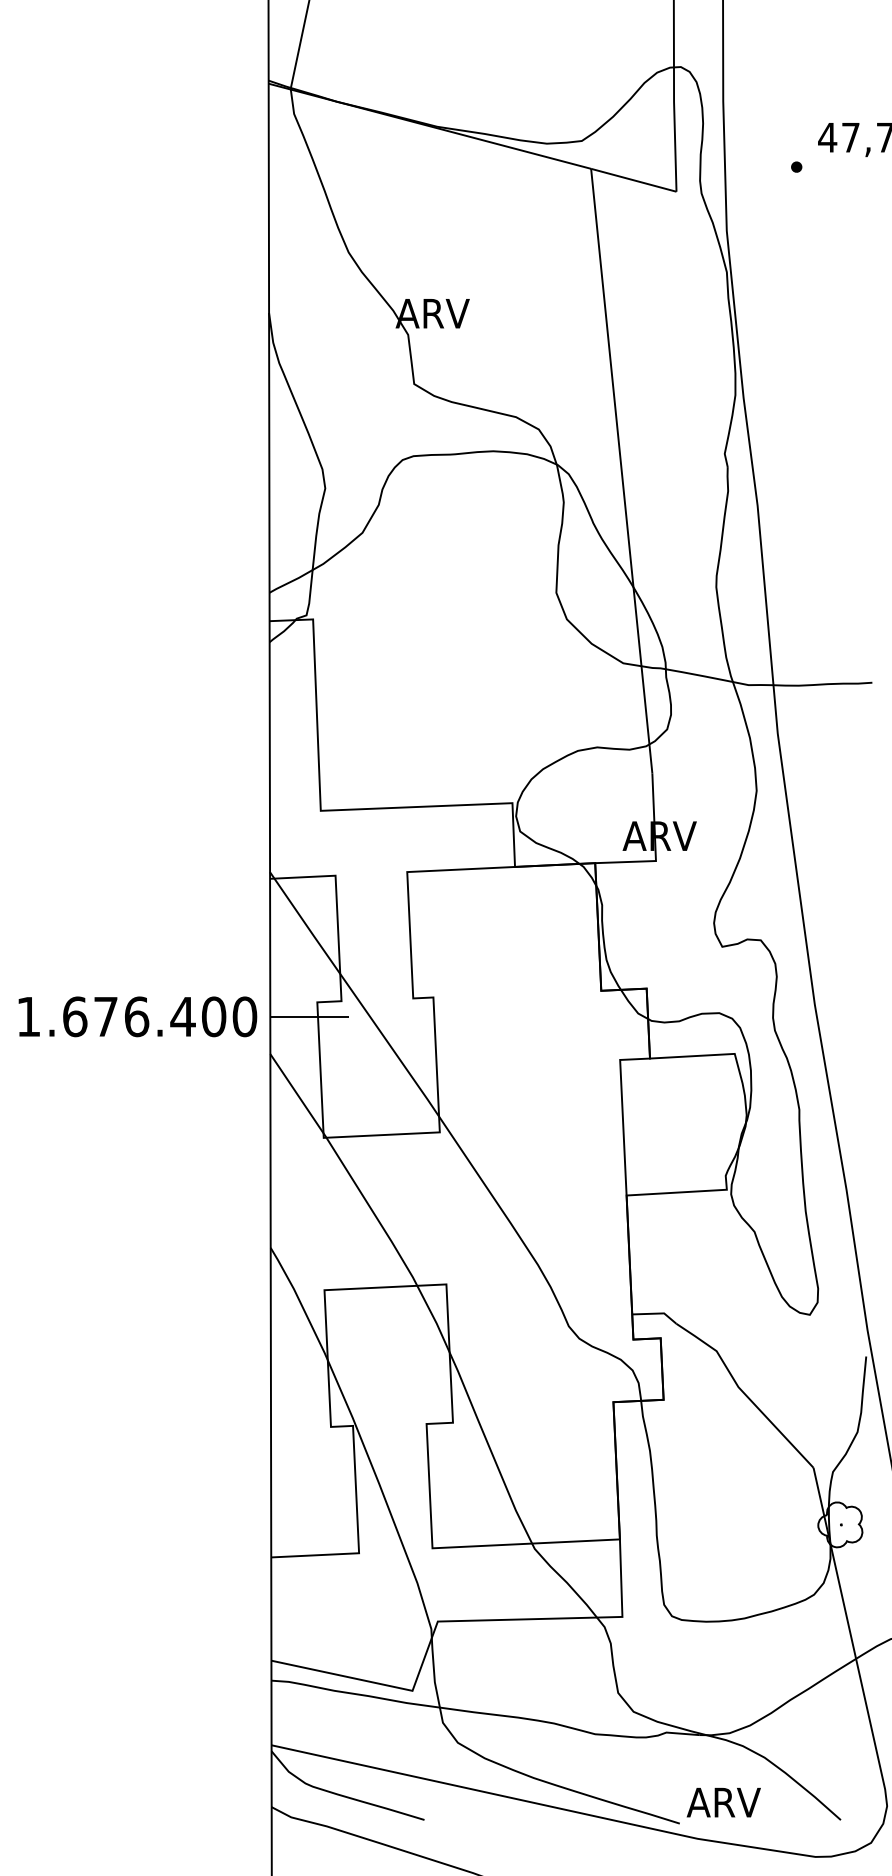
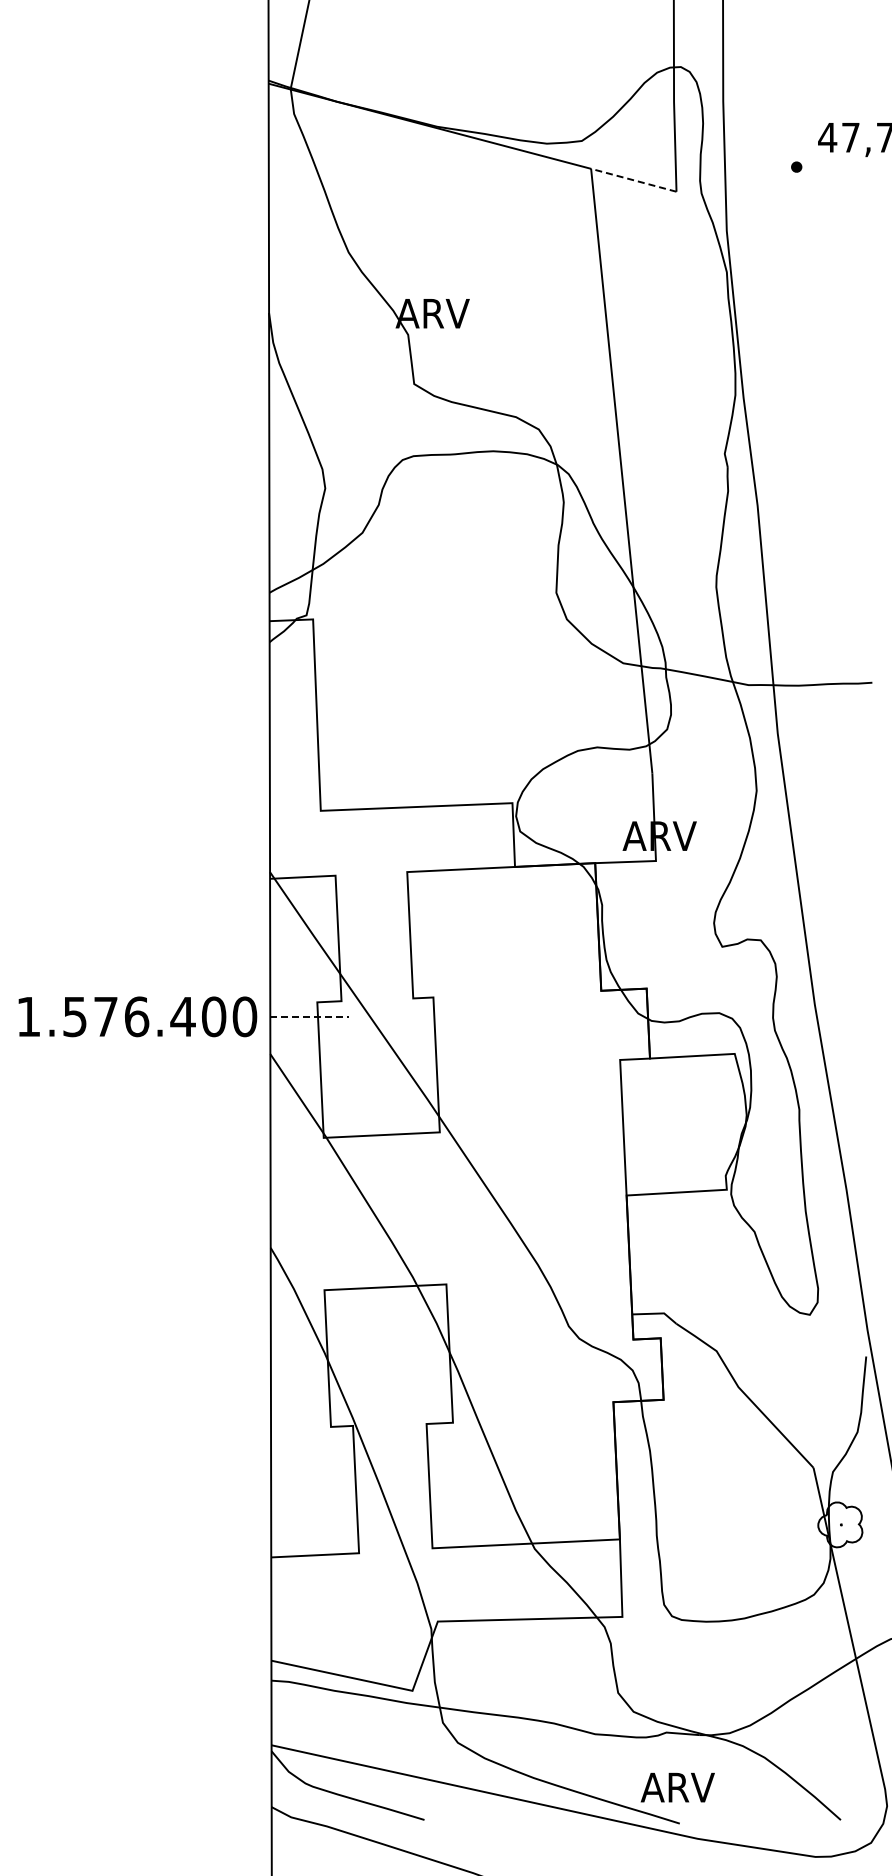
line at (633, 180): solid -> dashed
text at (75, 1016): 1.676.400 -> 1.576.400
line at (310, 1016): solid -> dashed
text at (723, 1802) position: (723, 1802) -> (677, 1787)
